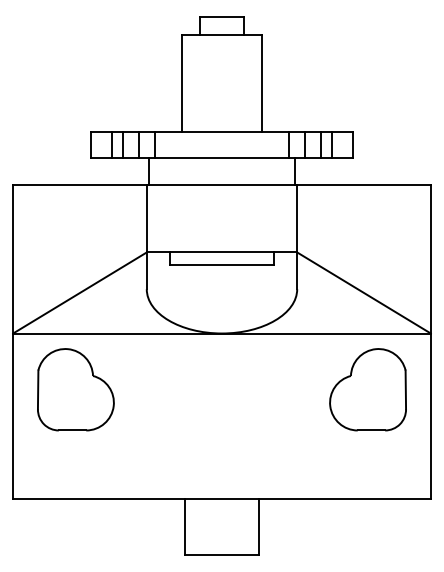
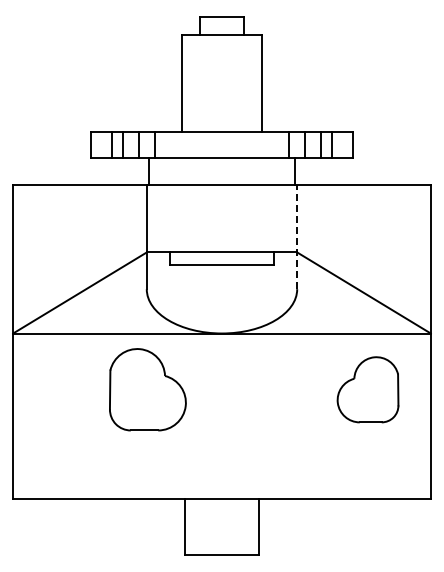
line at (297, 236): solid -> dashed
part at (75, 389) position: (75, 389) -> (147, 389)
part at (367, 389) size: 78x84 px -> 64x68 px
